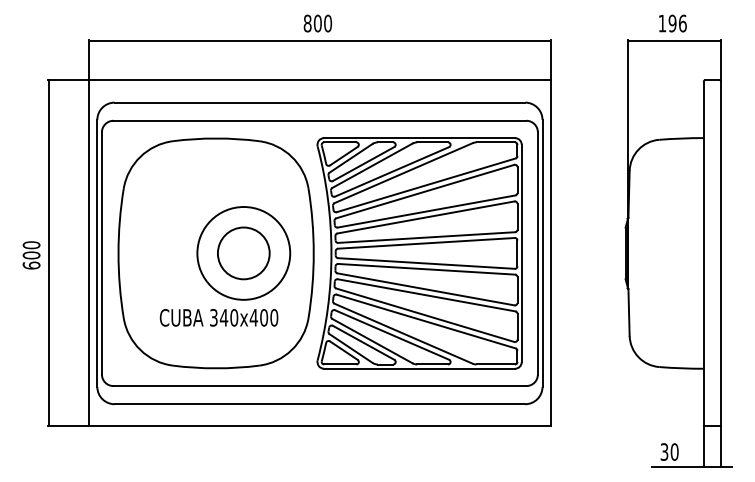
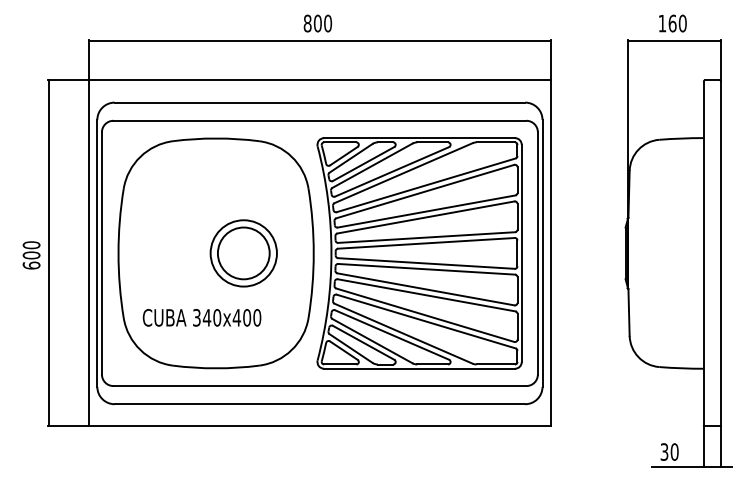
text at (677, 23): 196 -> 160
circle at (243, 253) diameter: 93 px -> 66 px
text at (218, 317) position: (218, 317) -> (201, 317)
